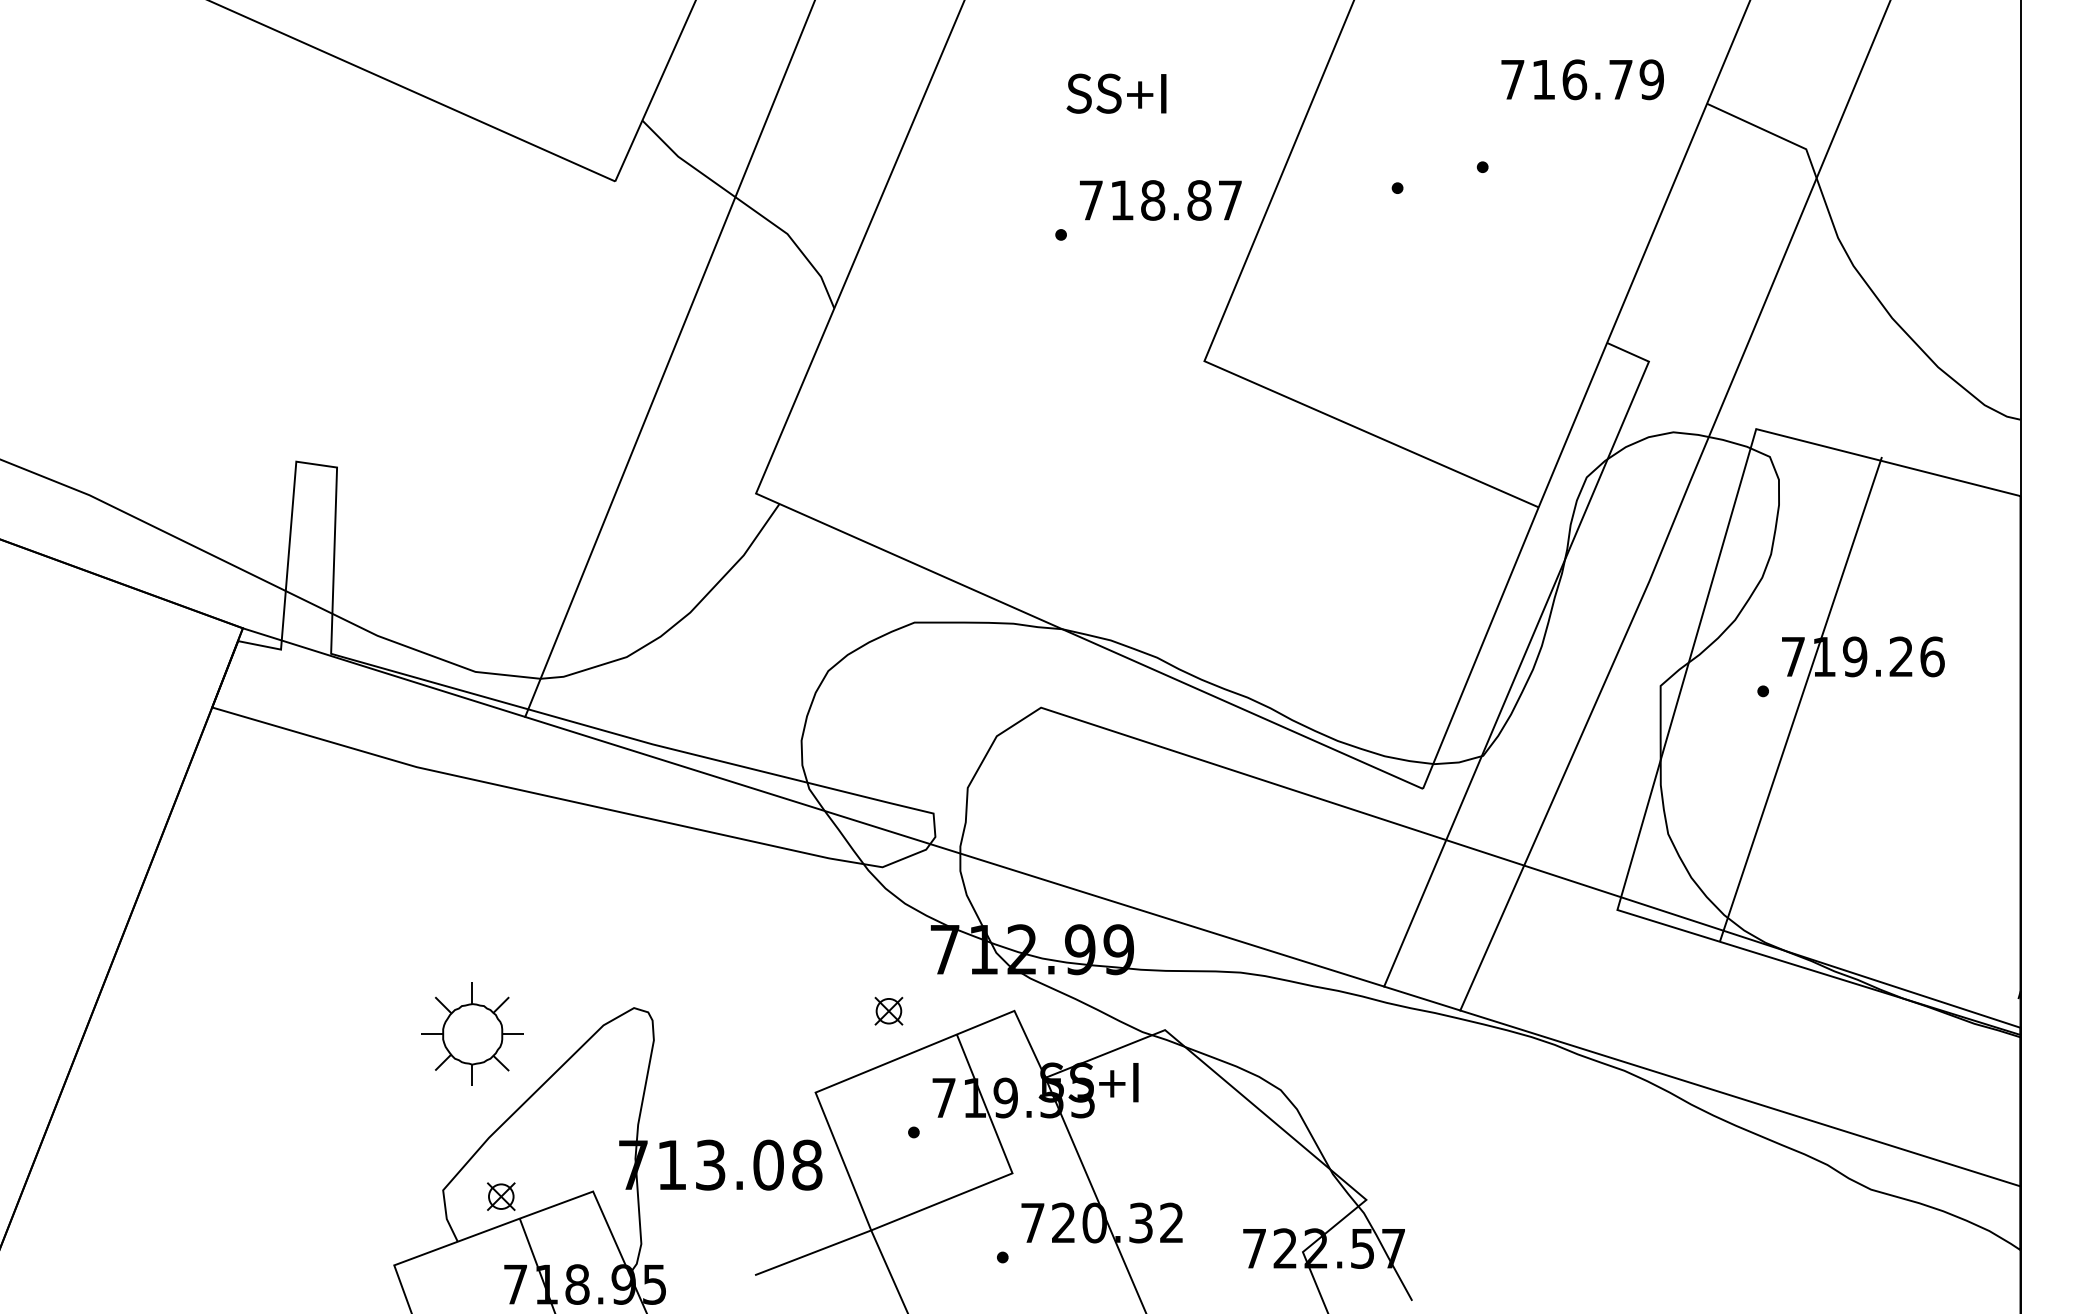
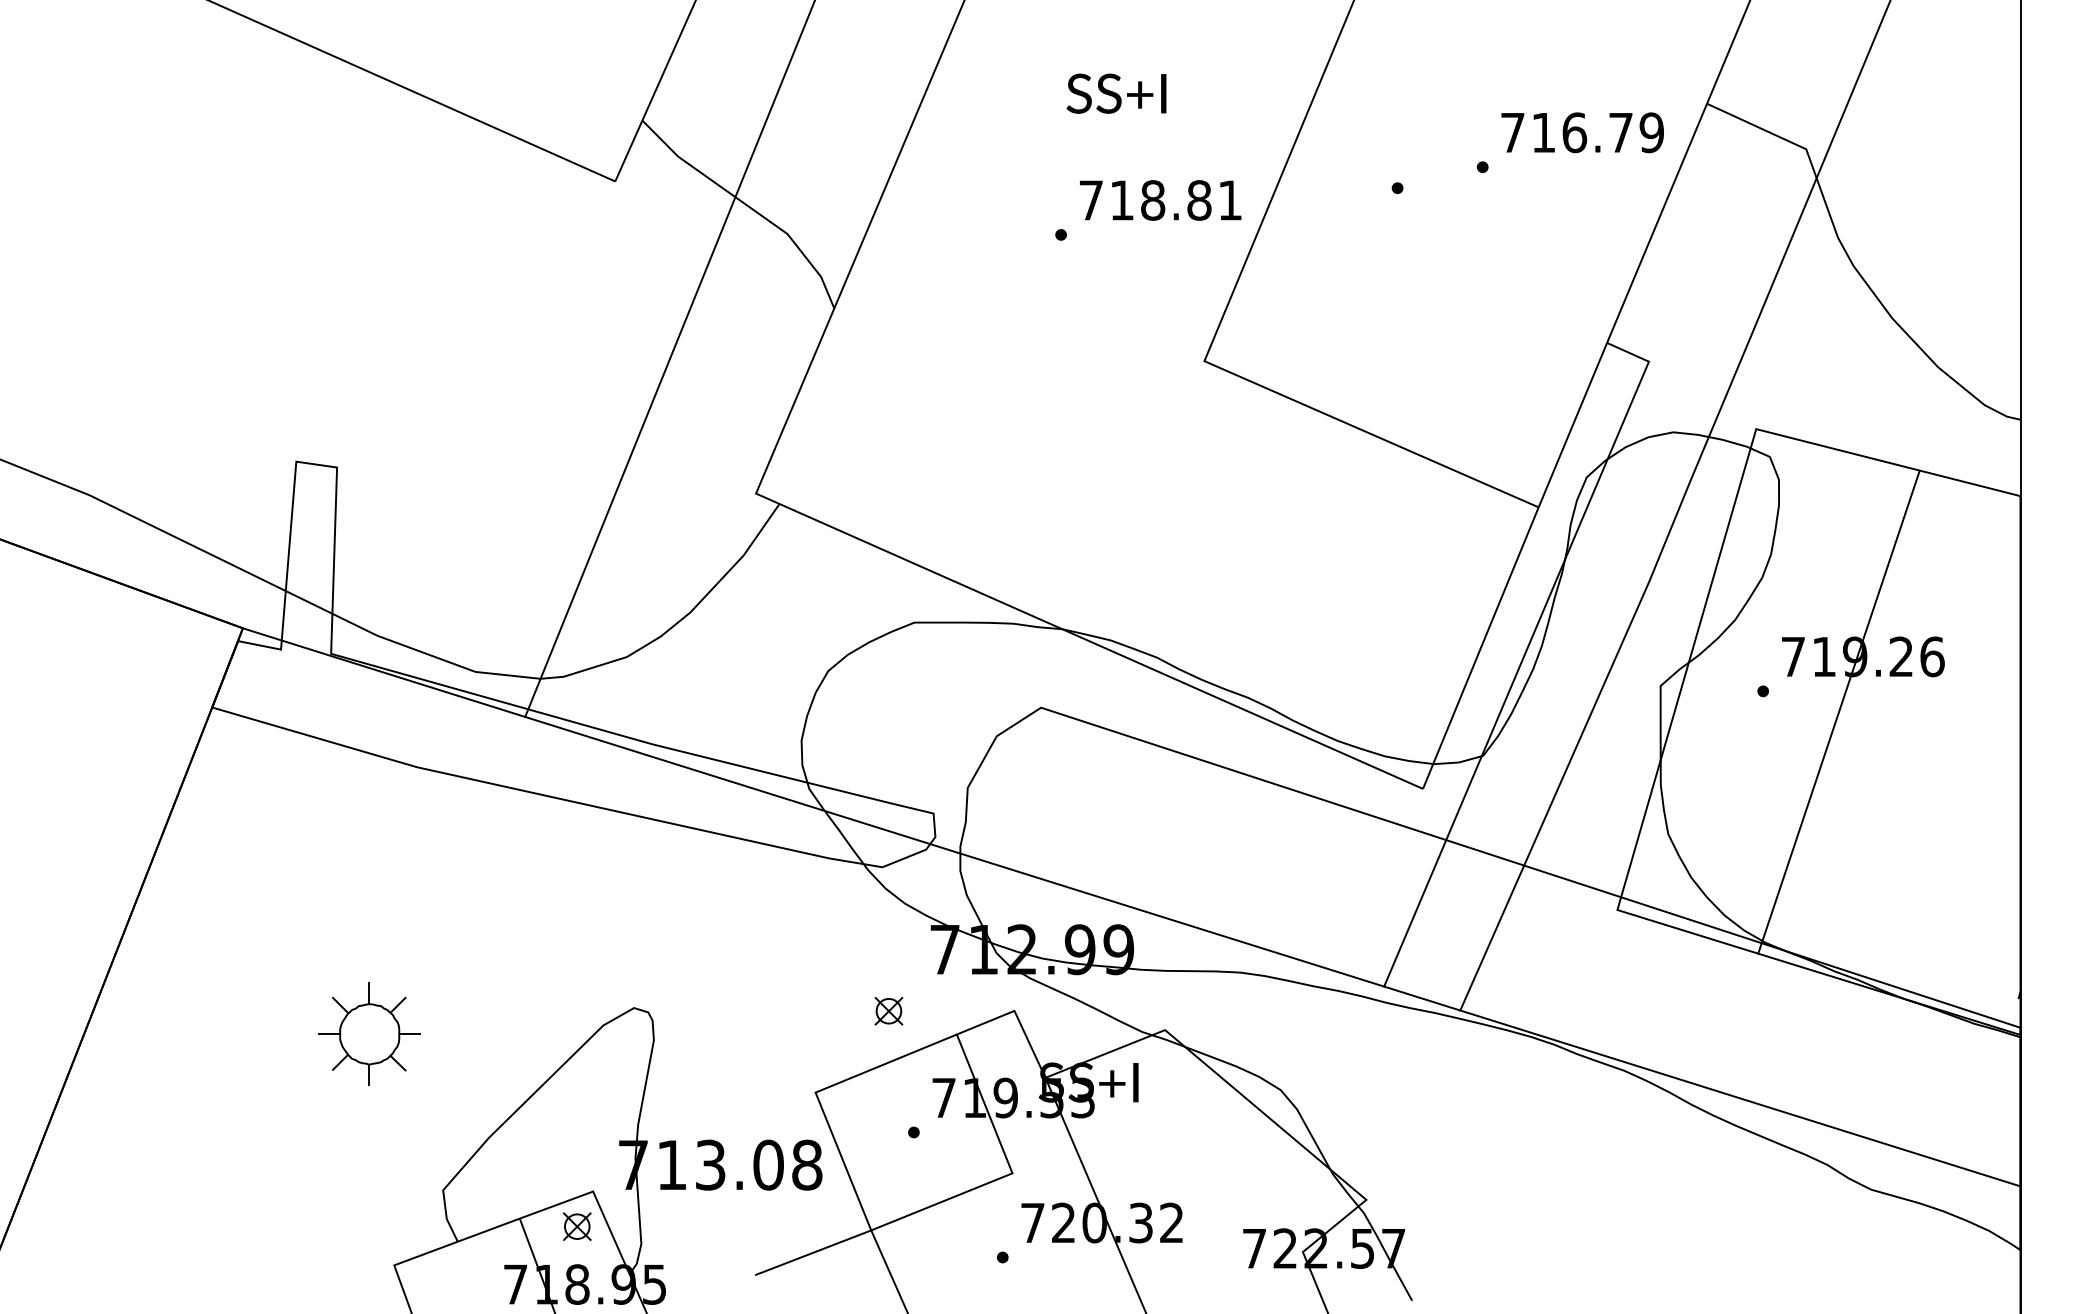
text at (1582, 79) position: (1582, 79) -> (1582, 132)
text at (1230, 200): 718.87 -> 718.81
line at (1800, 698) position: (1800, 698) -> (1838, 711)
part at (472, 1033) position: (472, 1033) -> (369, 1033)
part at (501, 1196) position: (501, 1196) -> (577, 1226)
